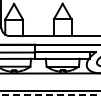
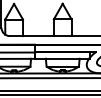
line at (49, 78): none -> present
line at (50, 95): dashed -> solid
